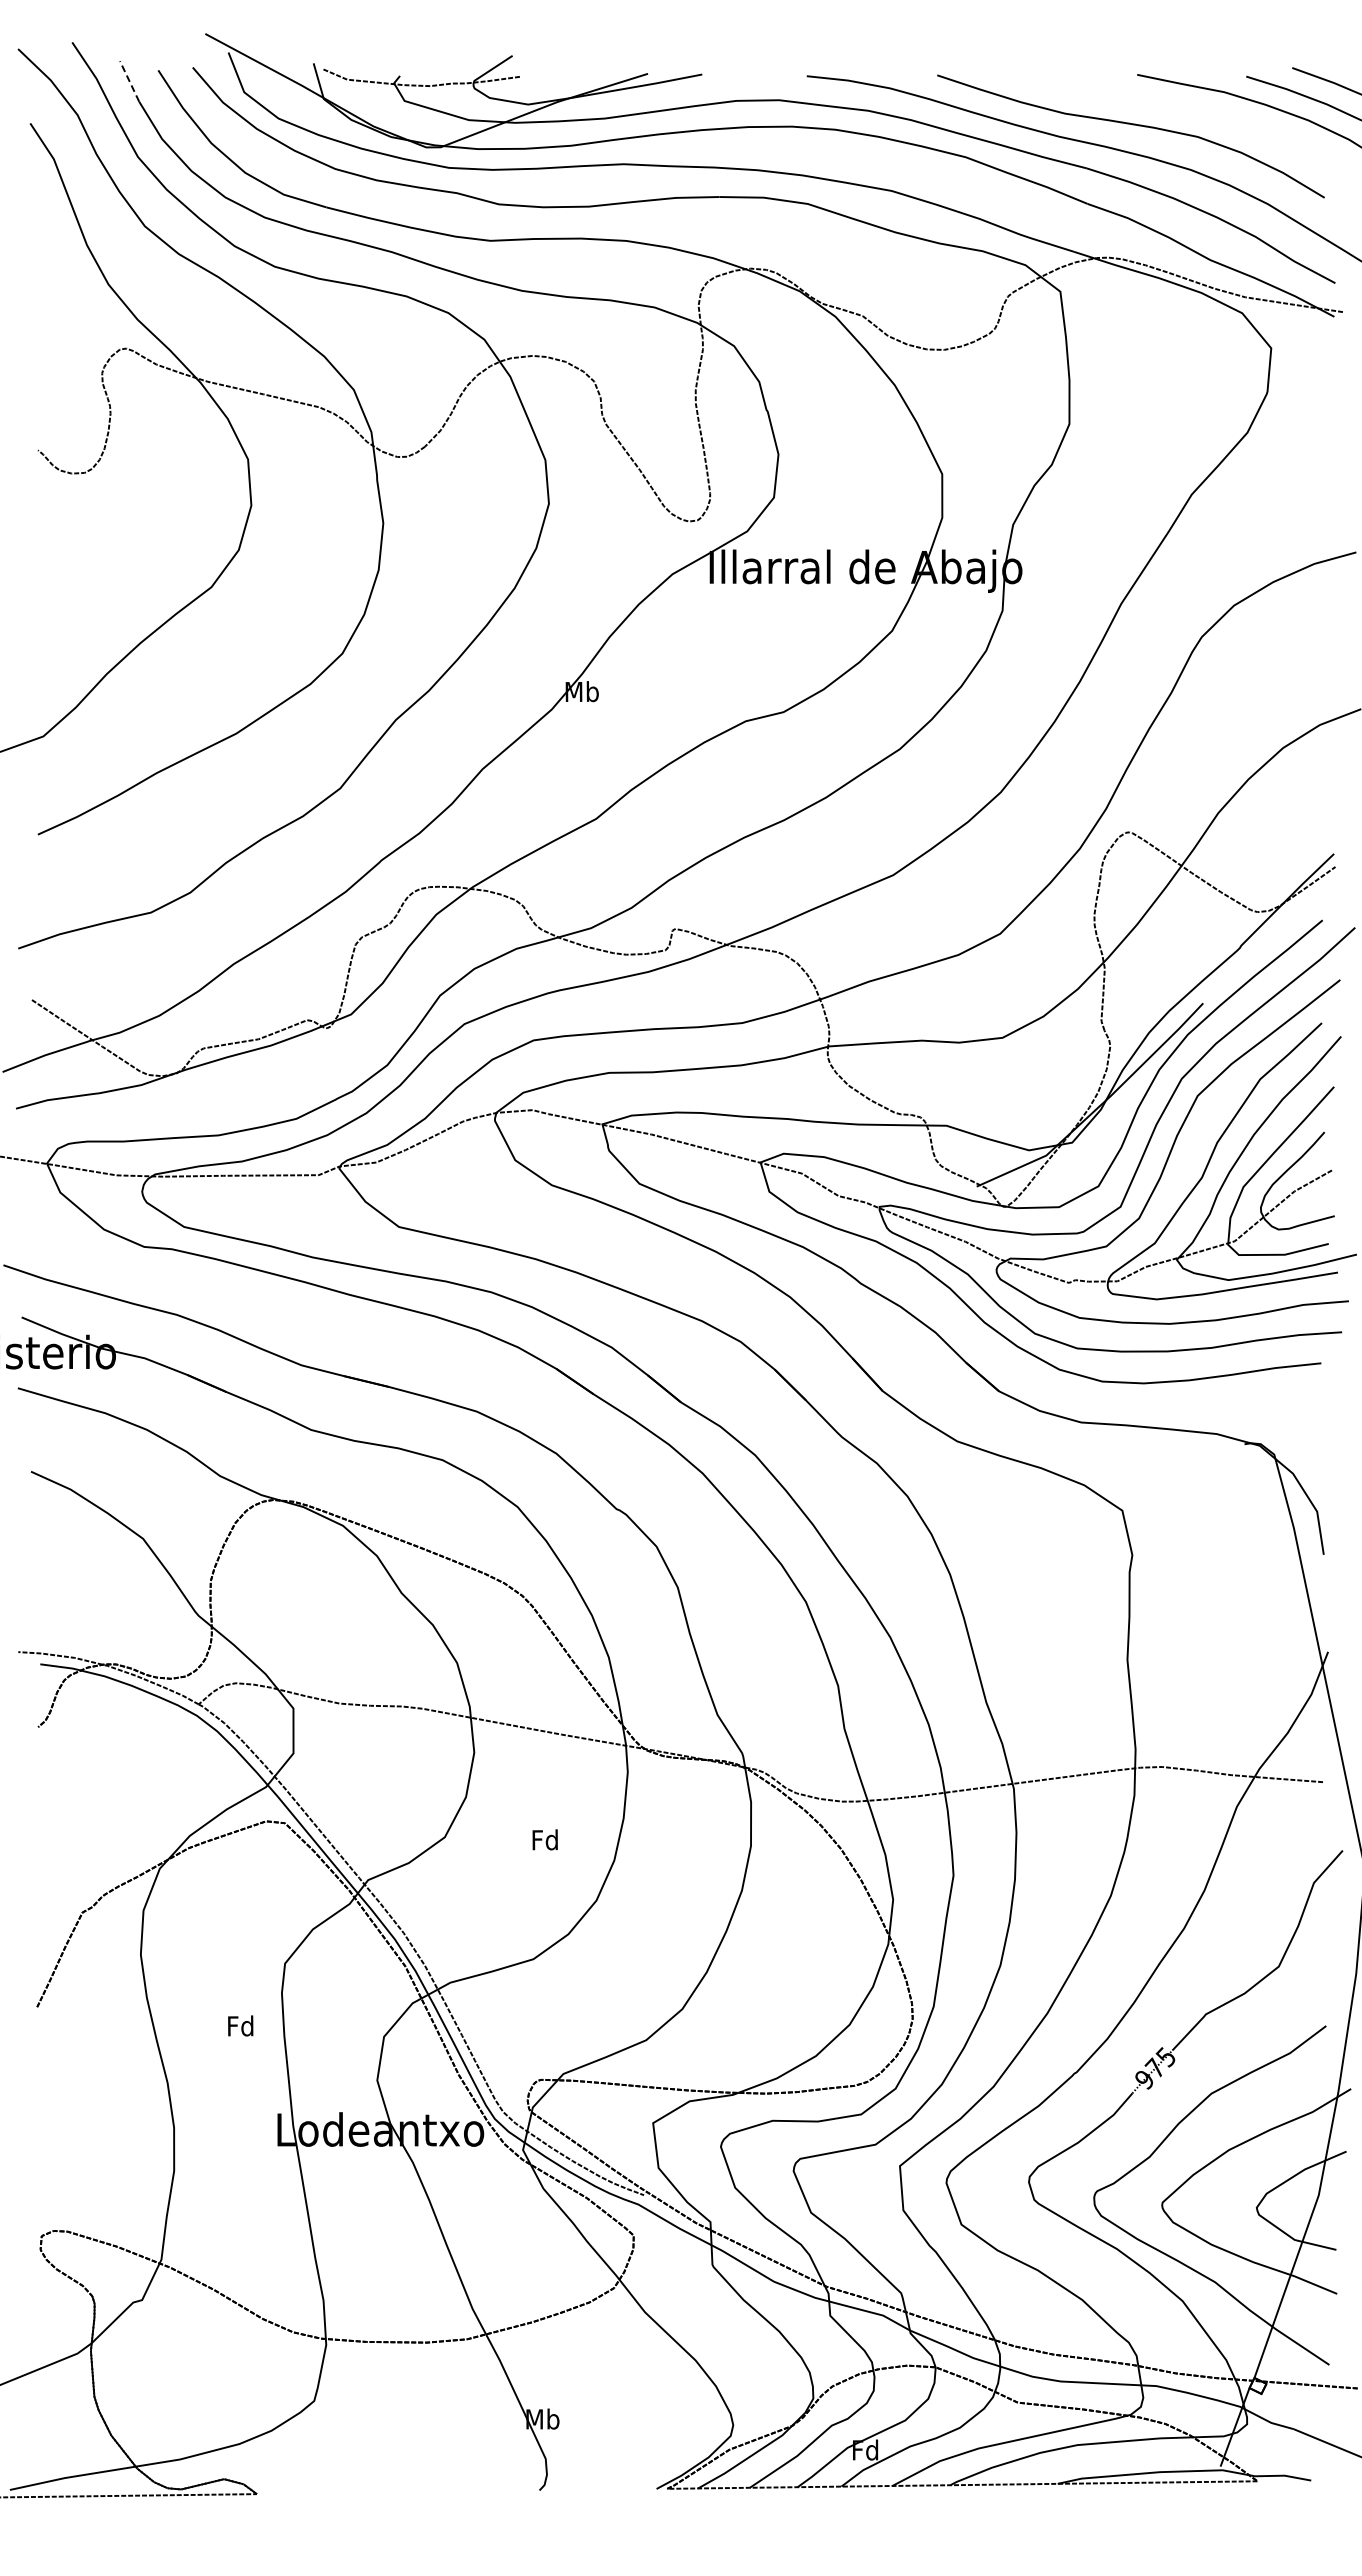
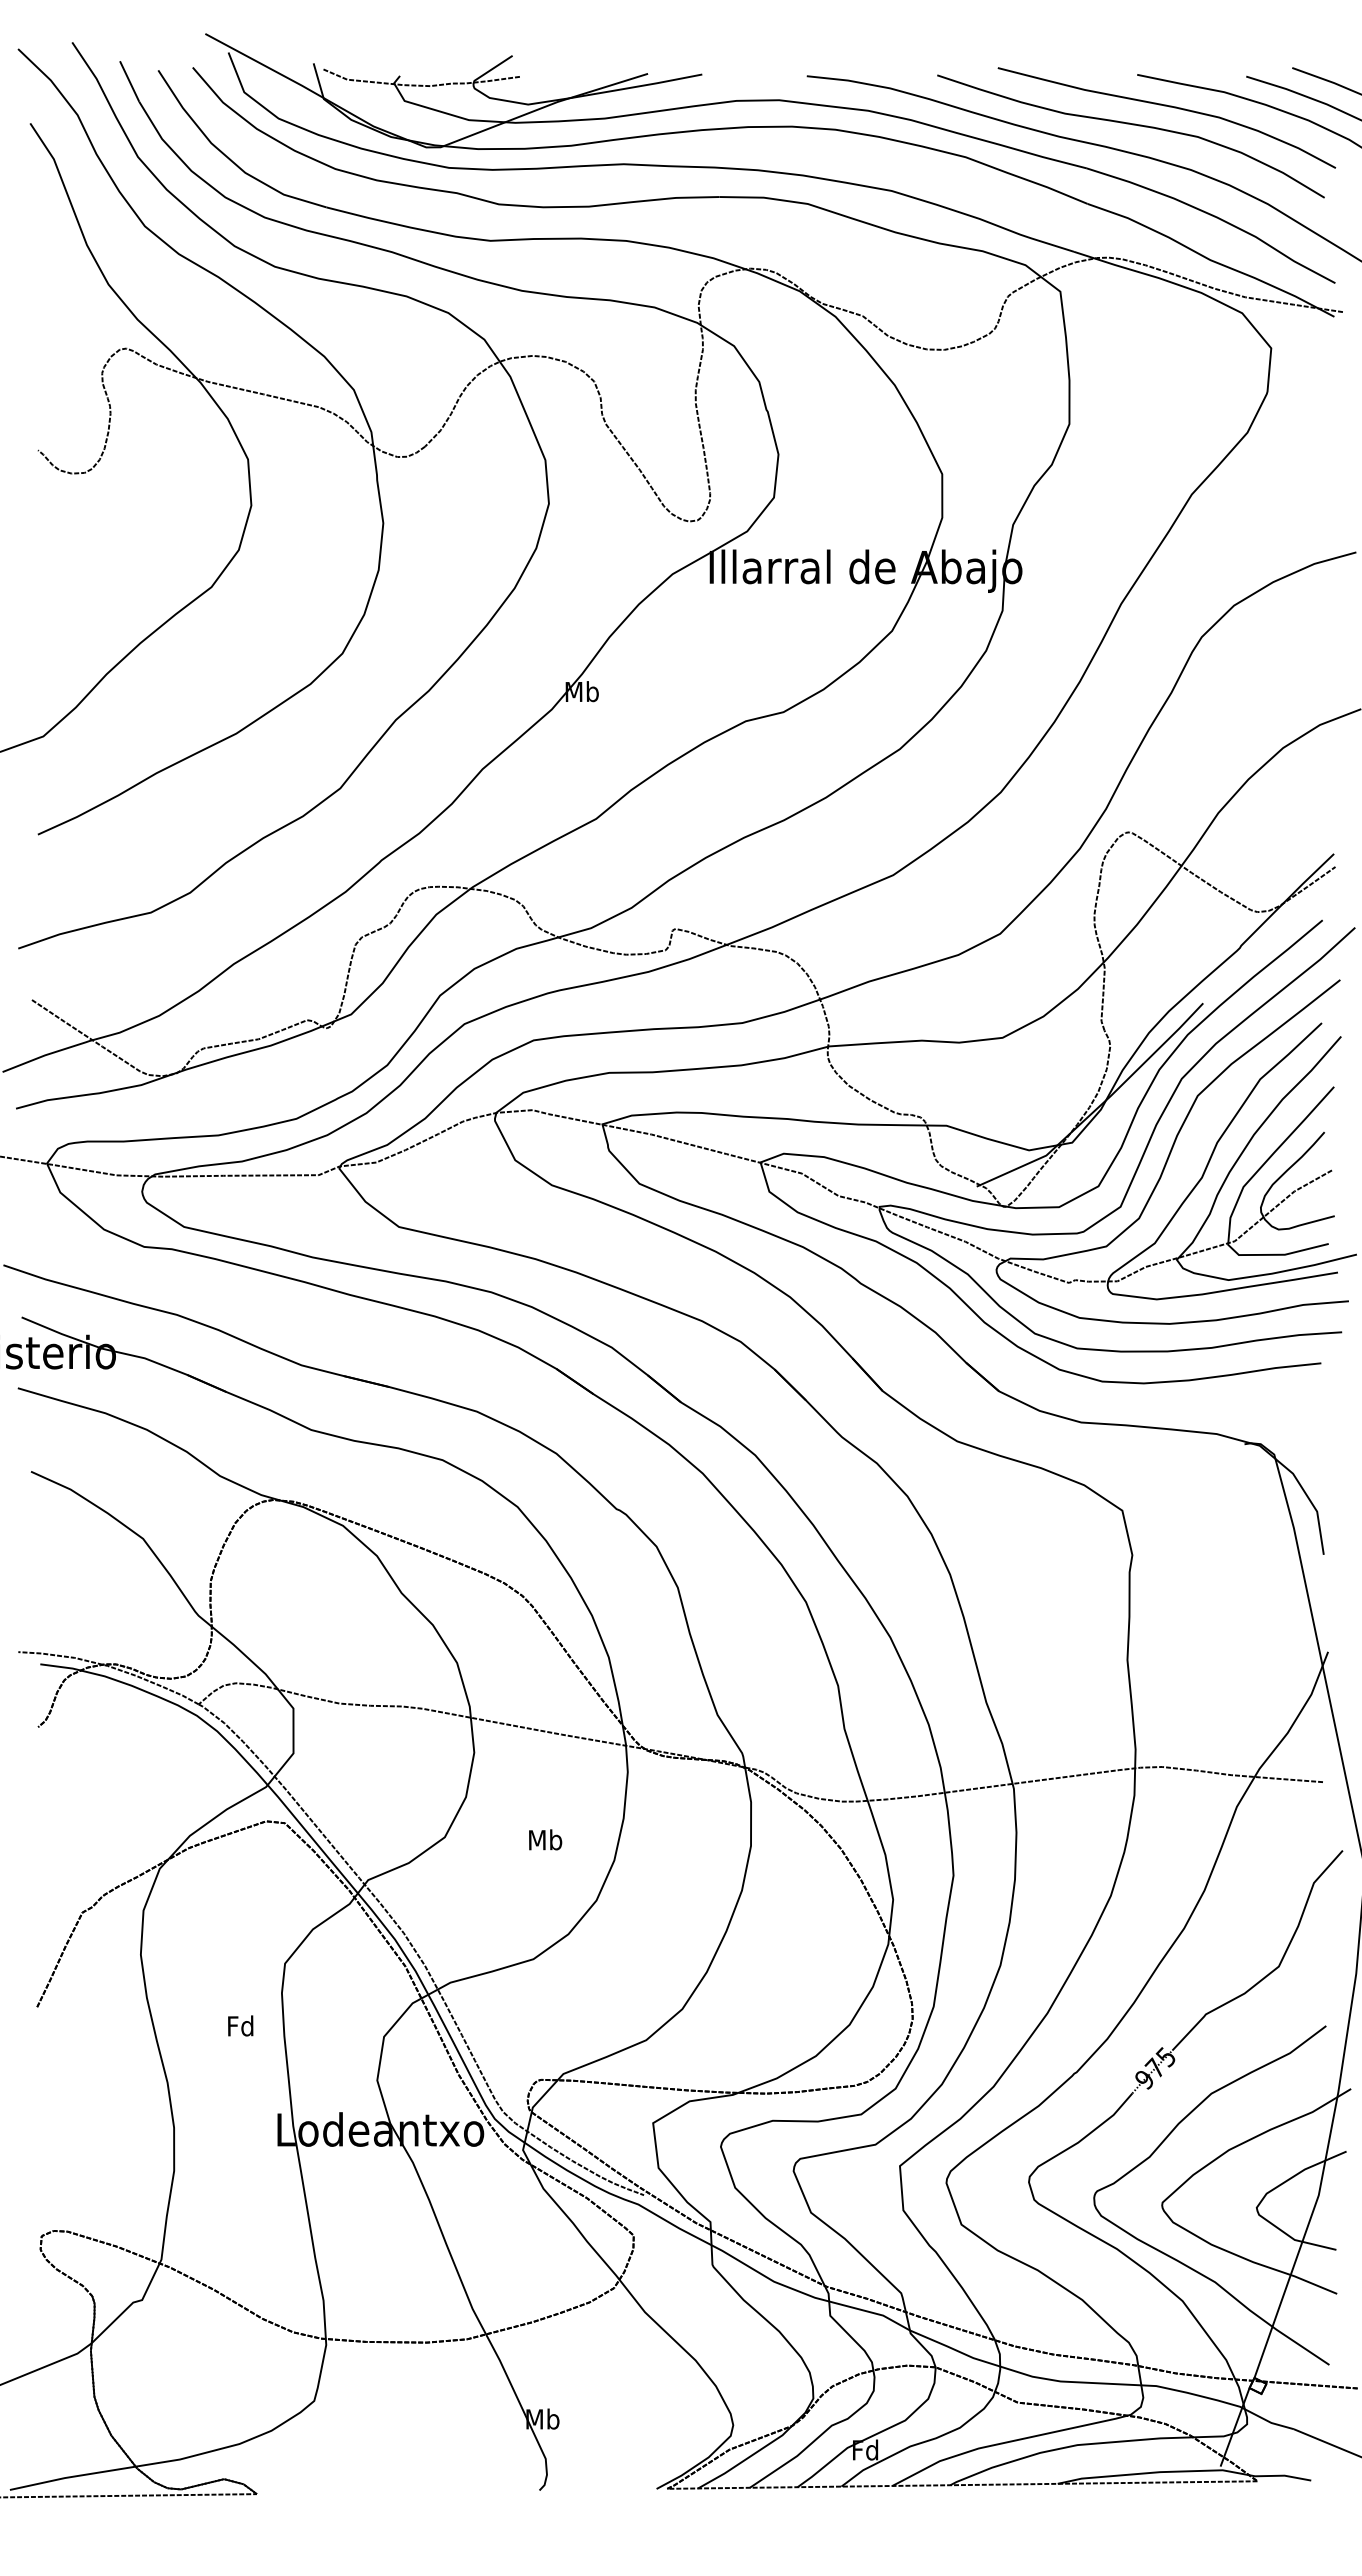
line at (129, 81): dashed -> solid
curve at (1169, 107): none -> present
text at (545, 1839): Fd -> Mb
